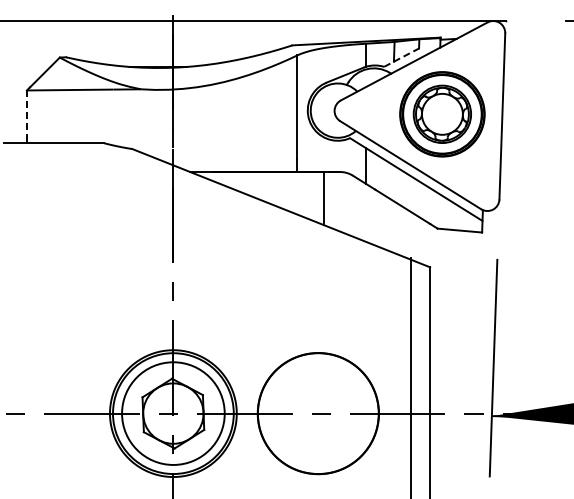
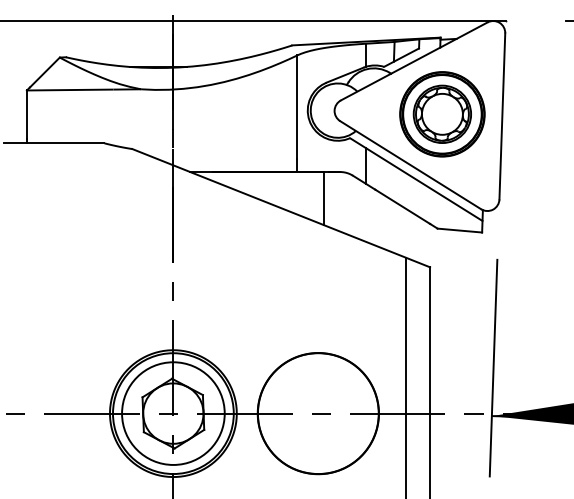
line at (401, 57): dashed -> solid
line at (26, 115): dashed -> solid
line at (410, 376) position: (410, 376) -> (405, 376)
